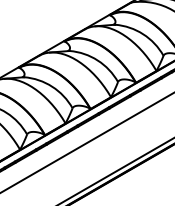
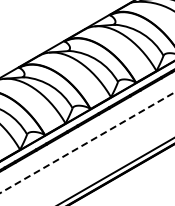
line at (86, 143): solid -> dashed
